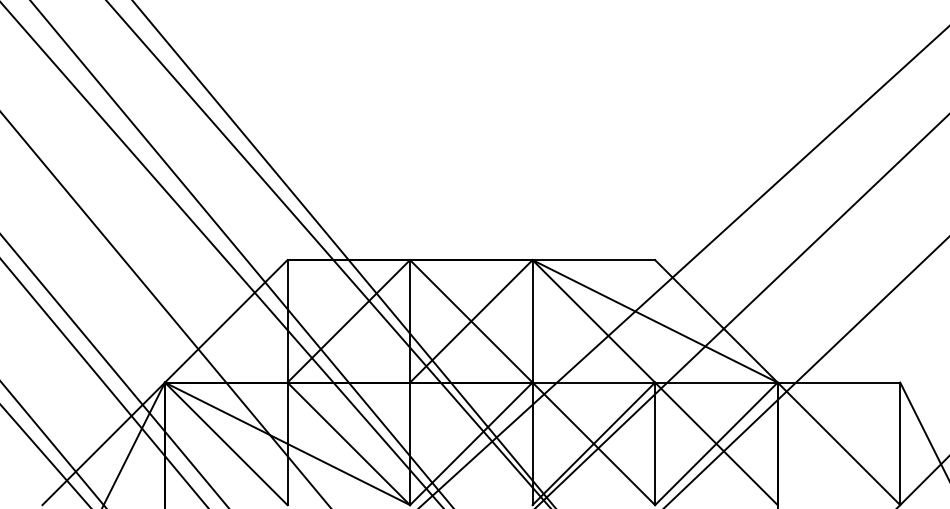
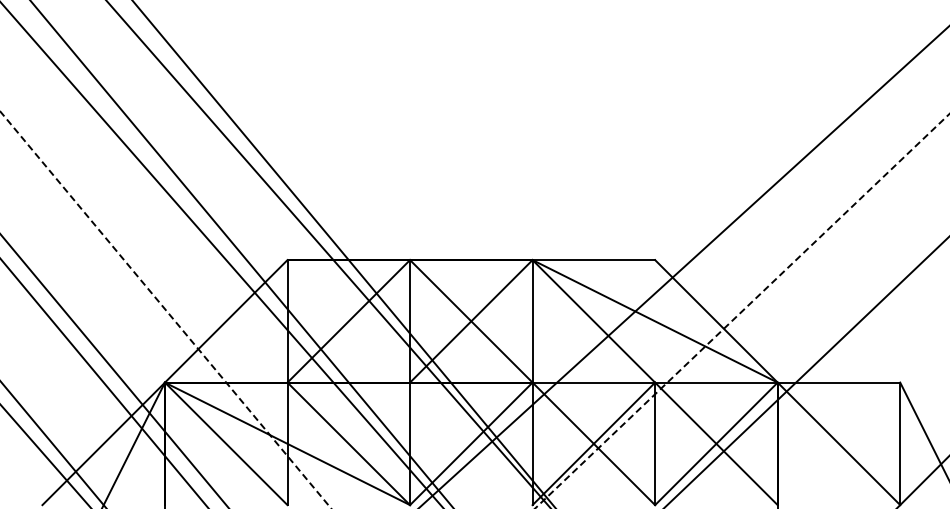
line at (165, 310): solid -> dashed
line at (742, 311): solid -> dashed
